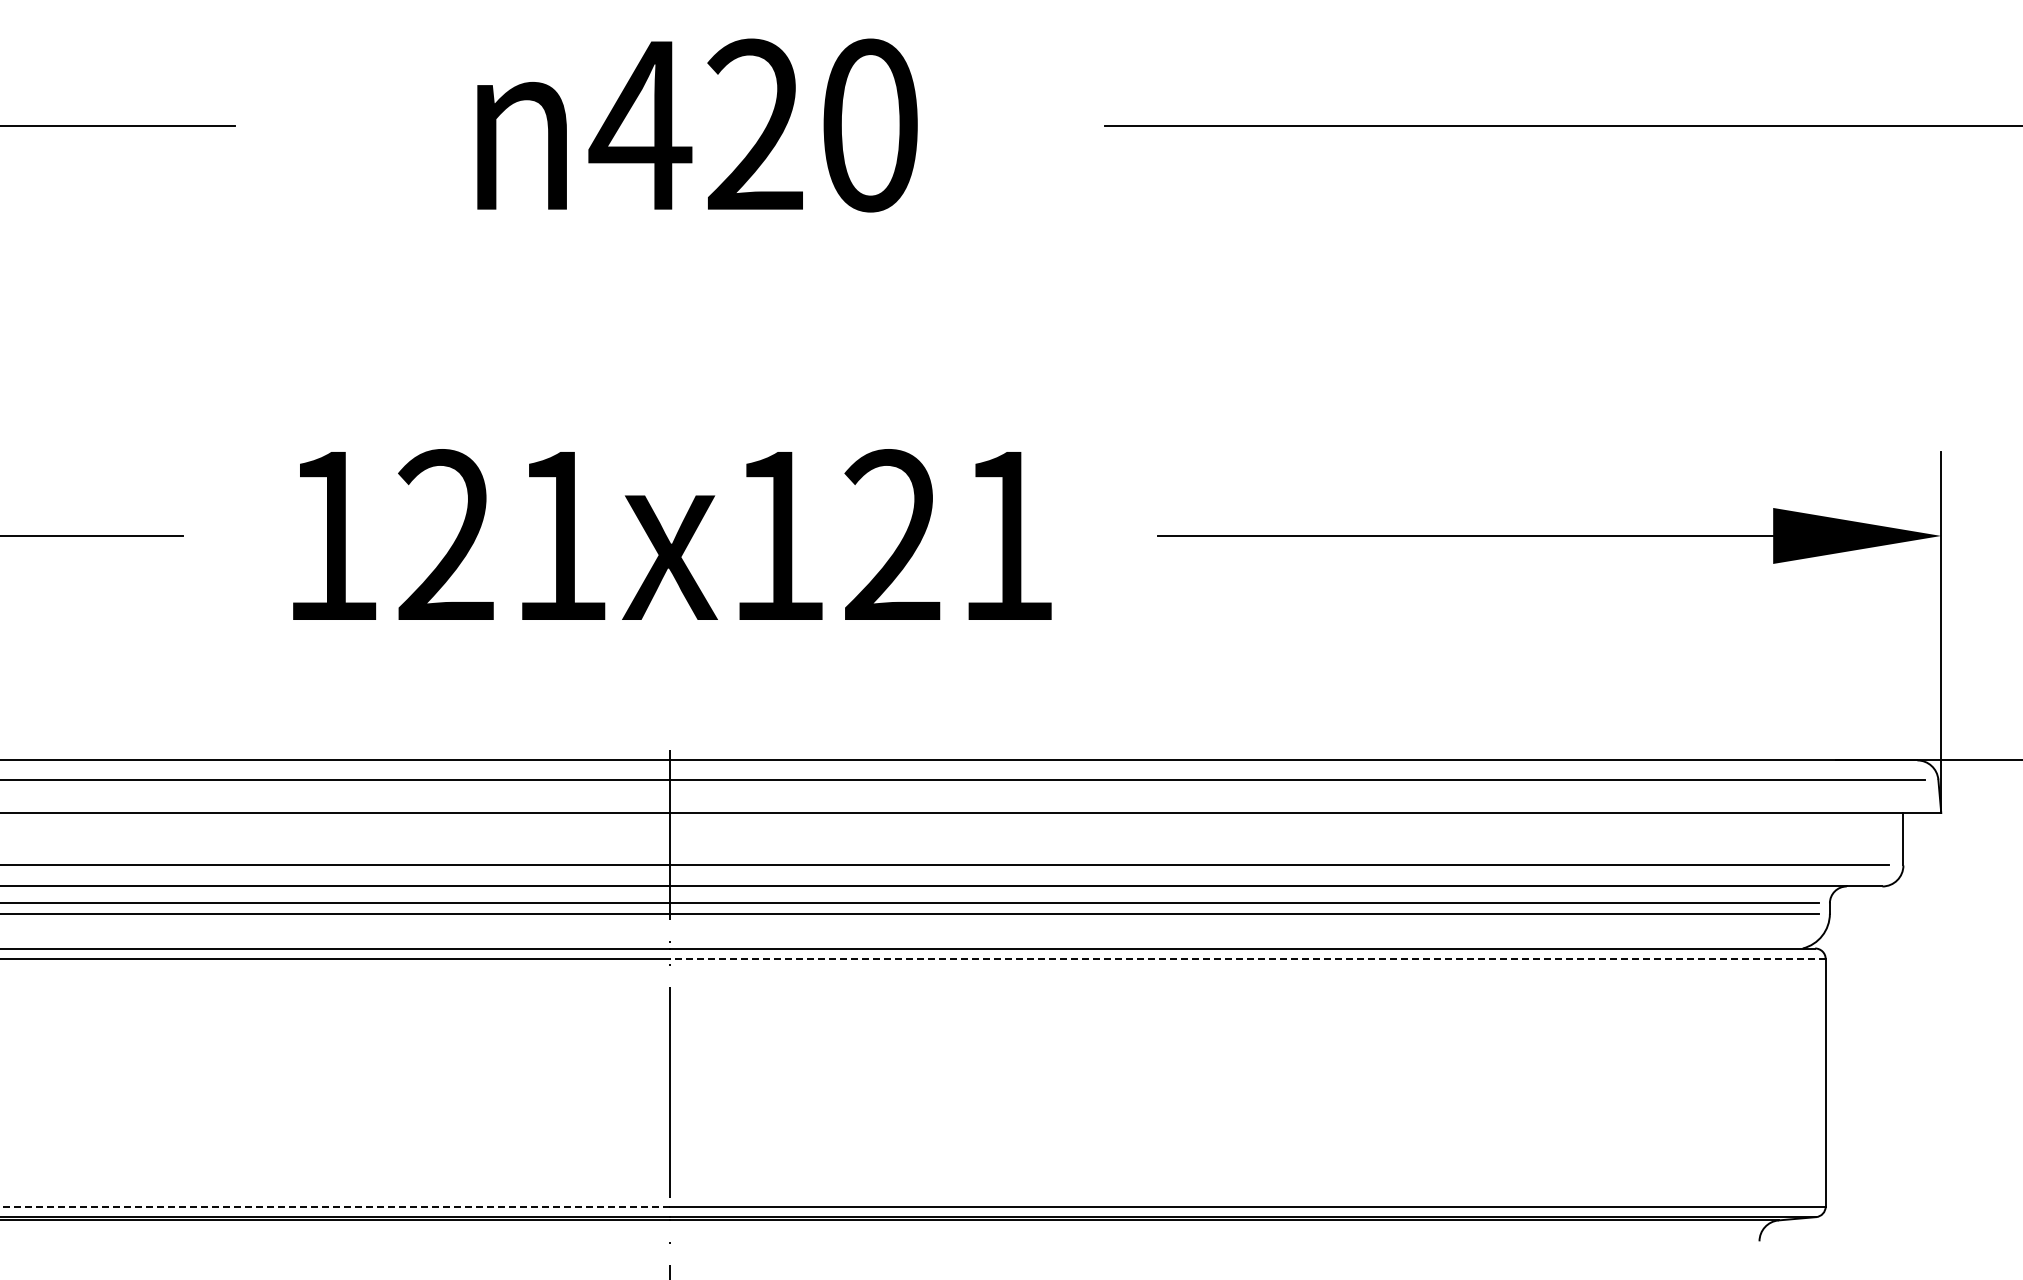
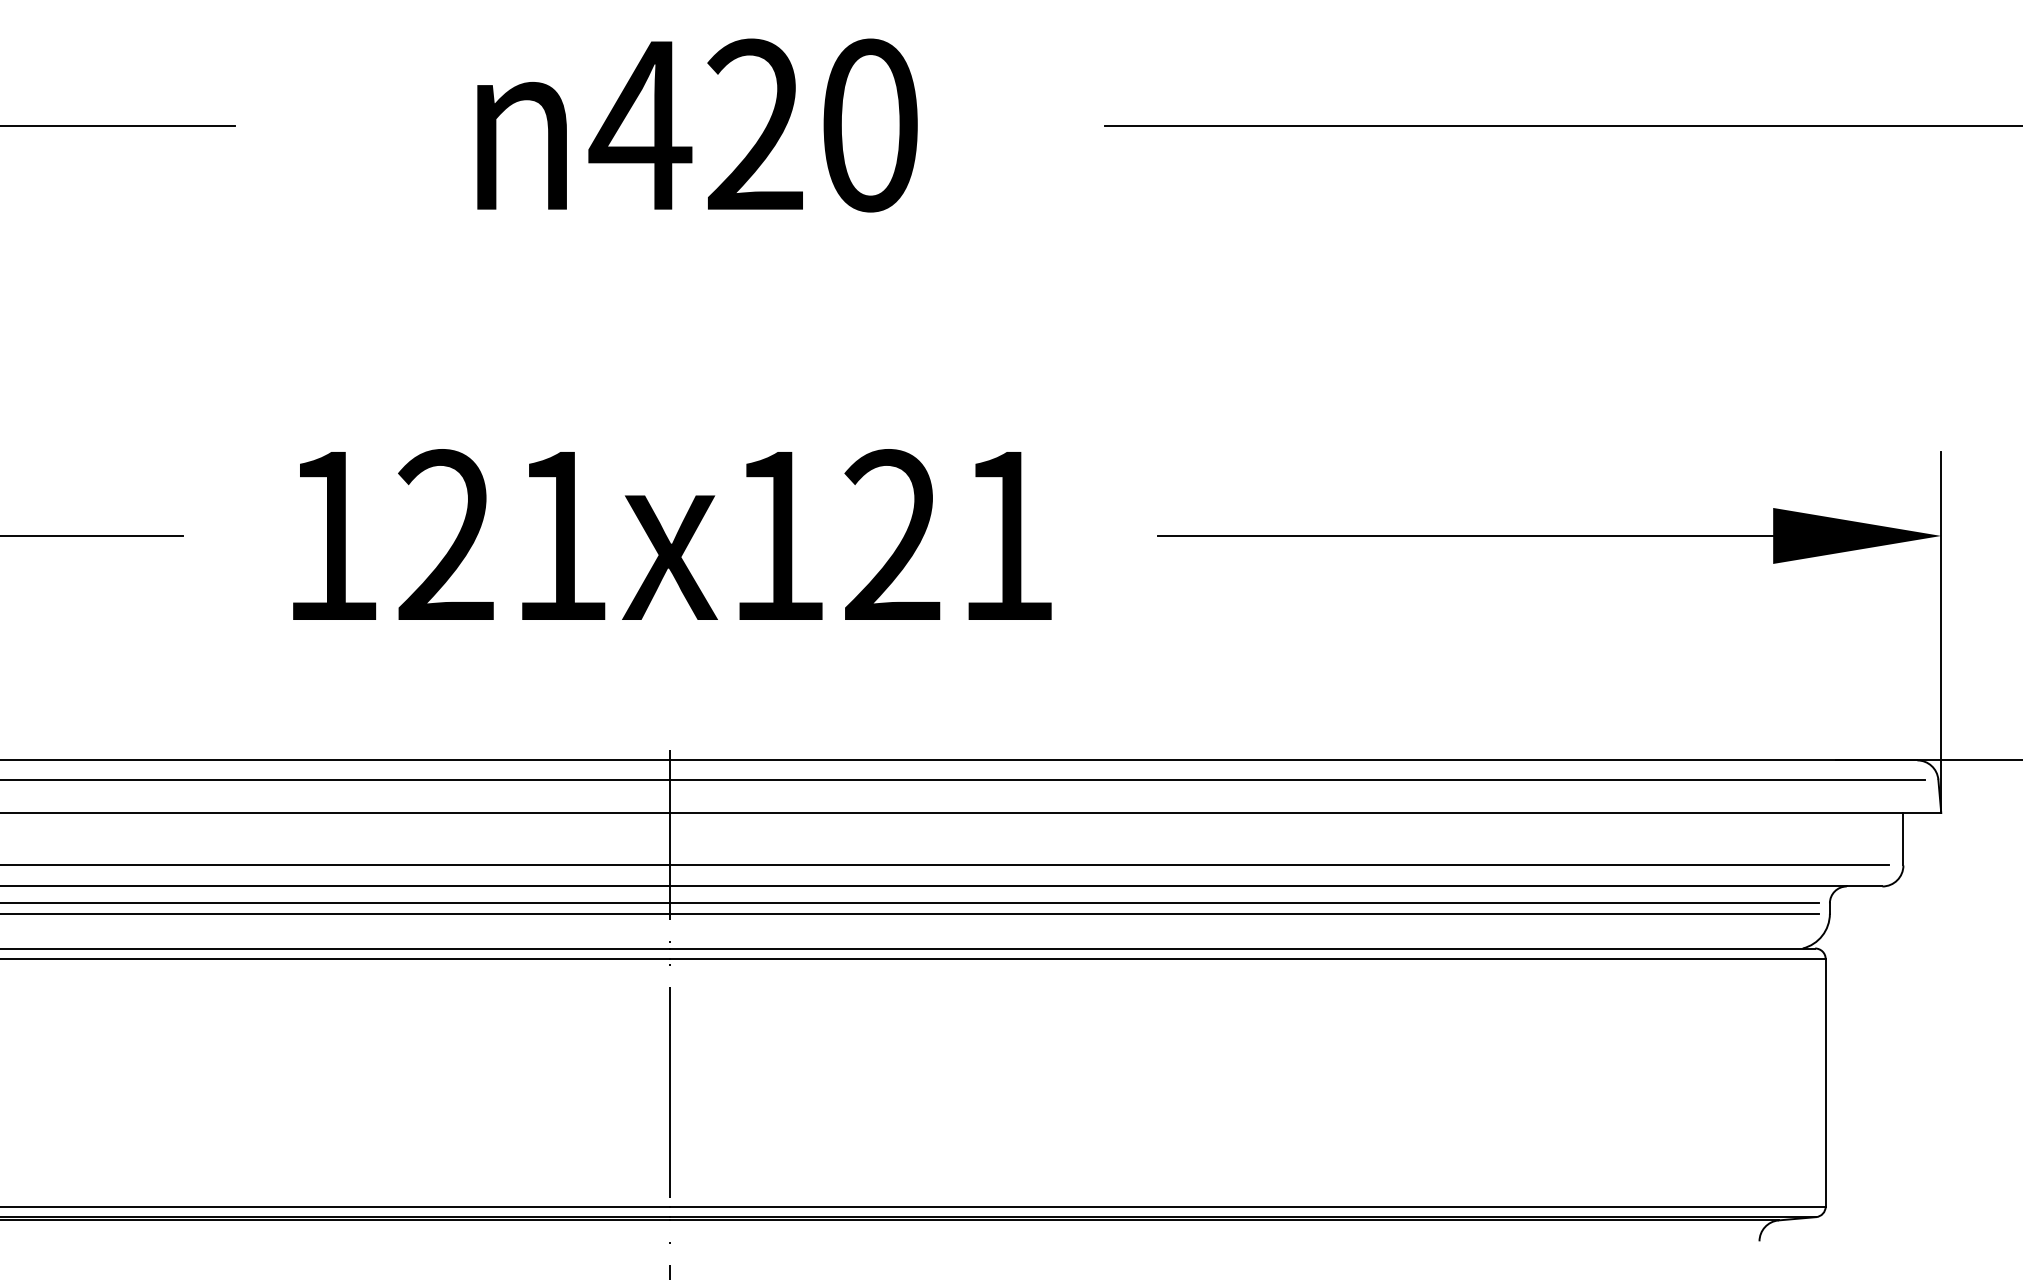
line at (1247, 959): dashed -> solid
line at (335, 1206): dashed -> solid
